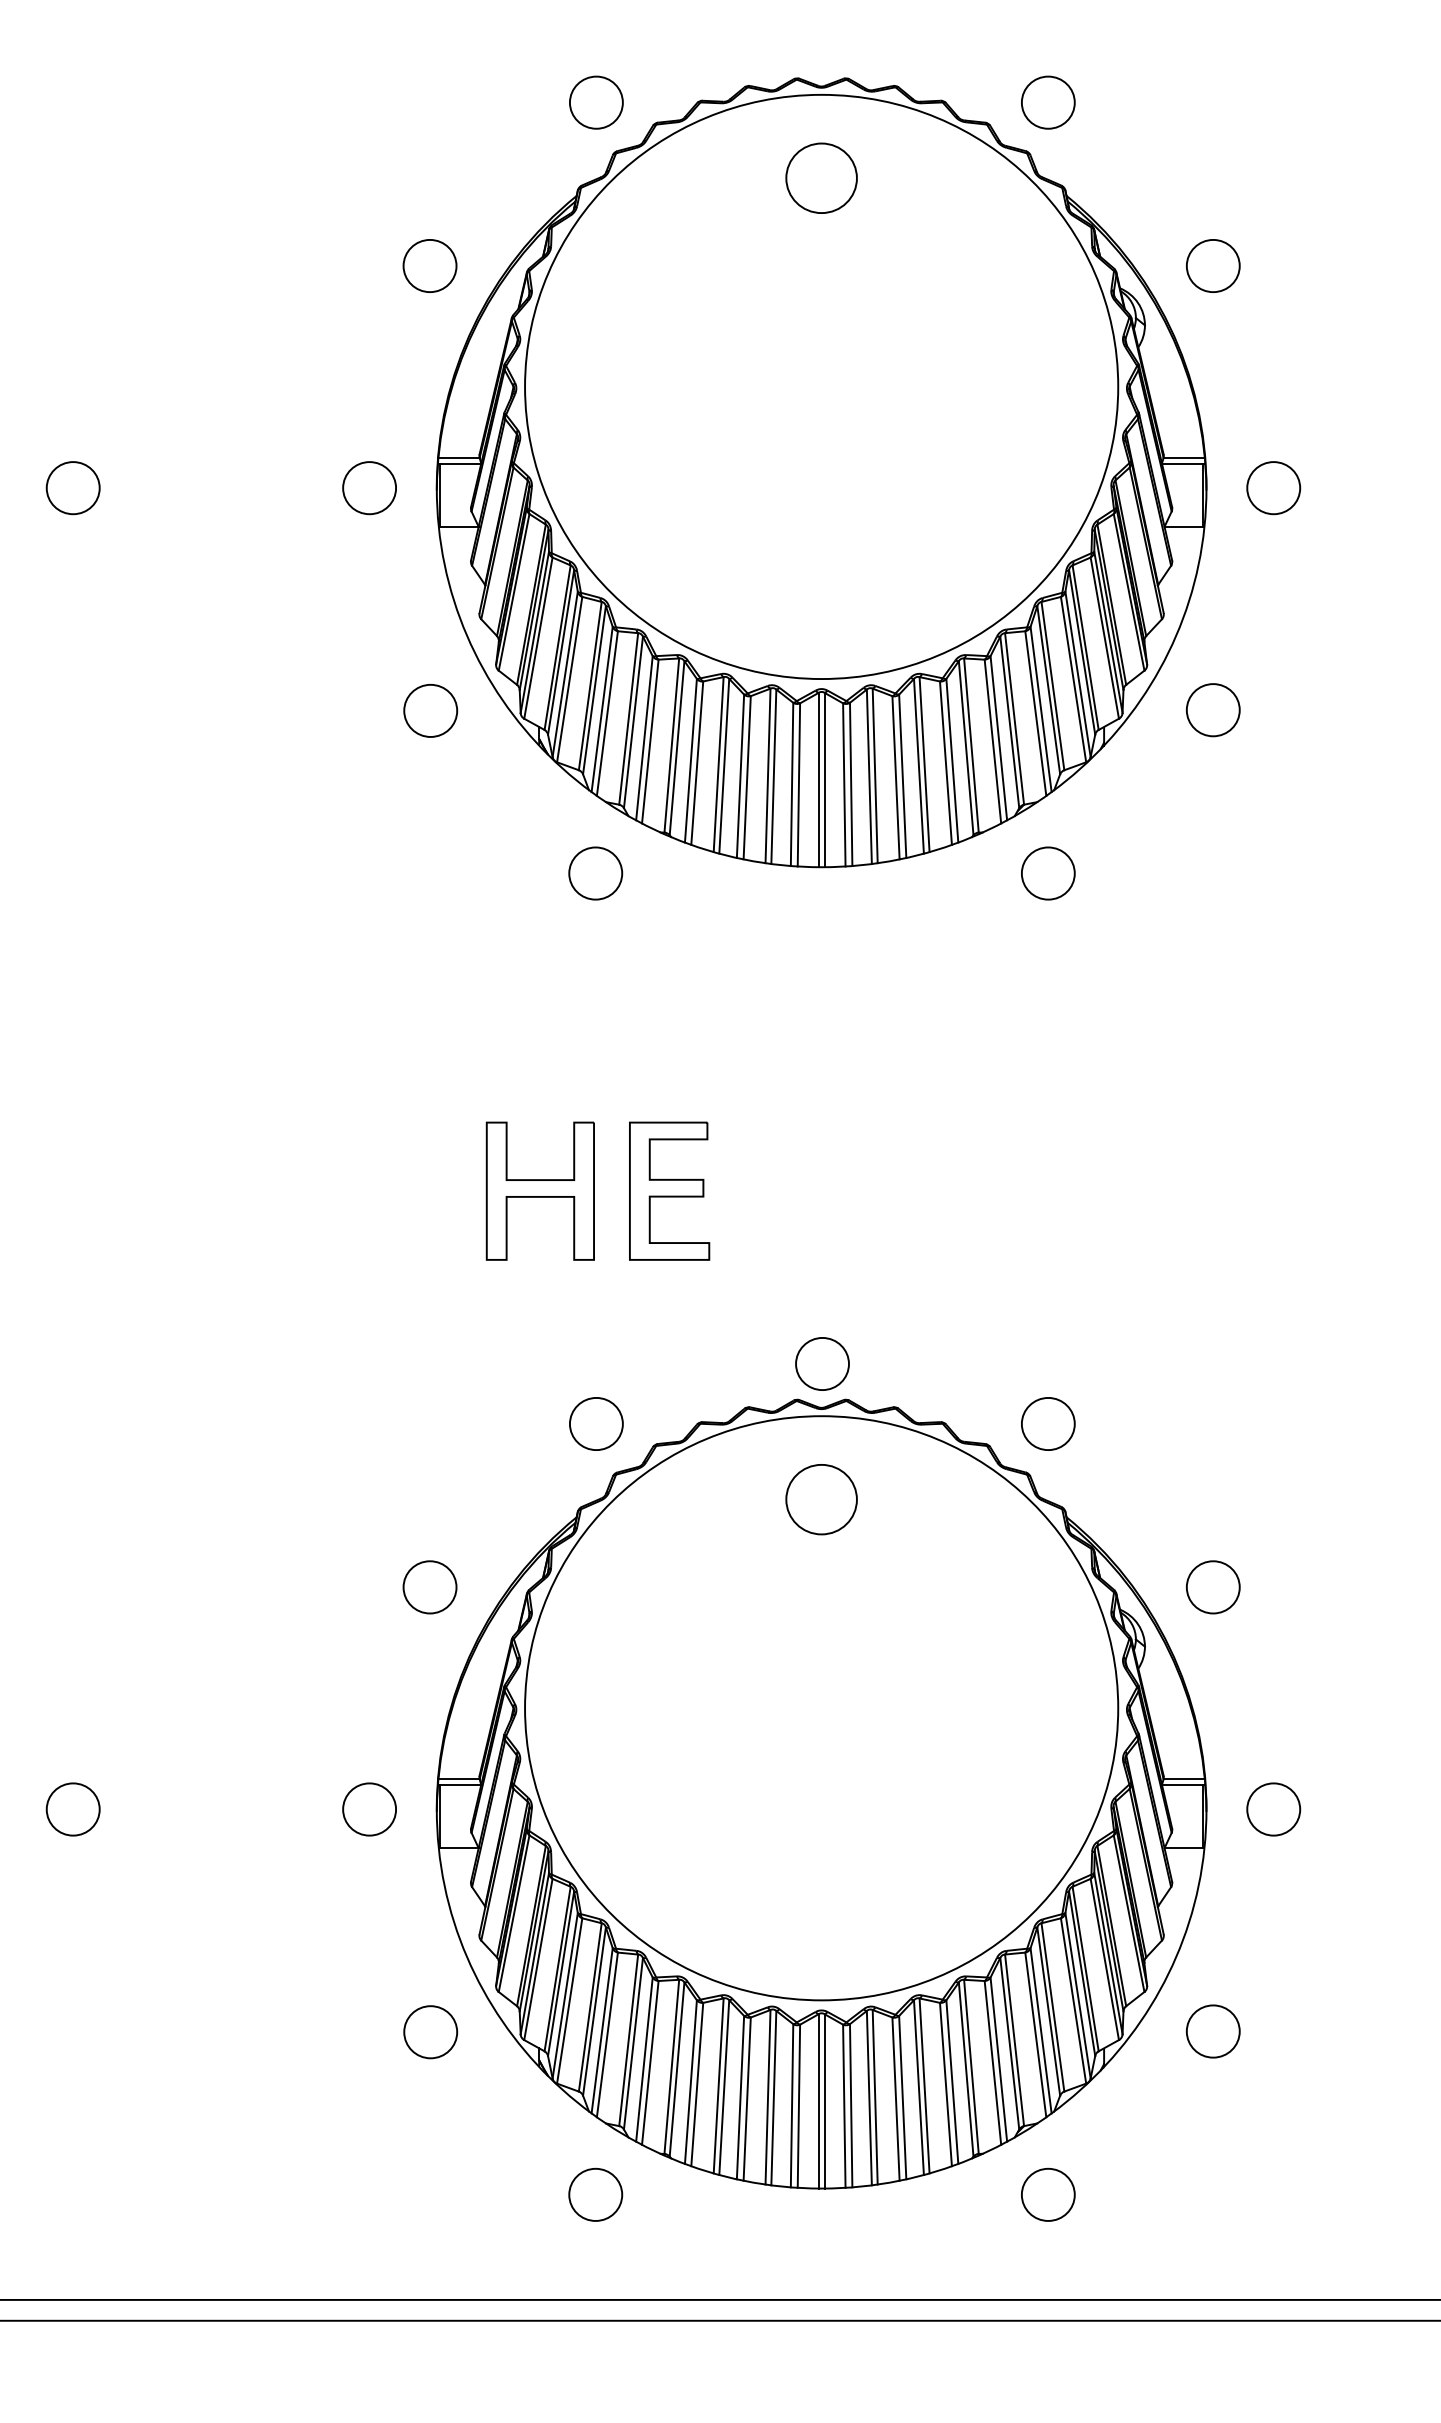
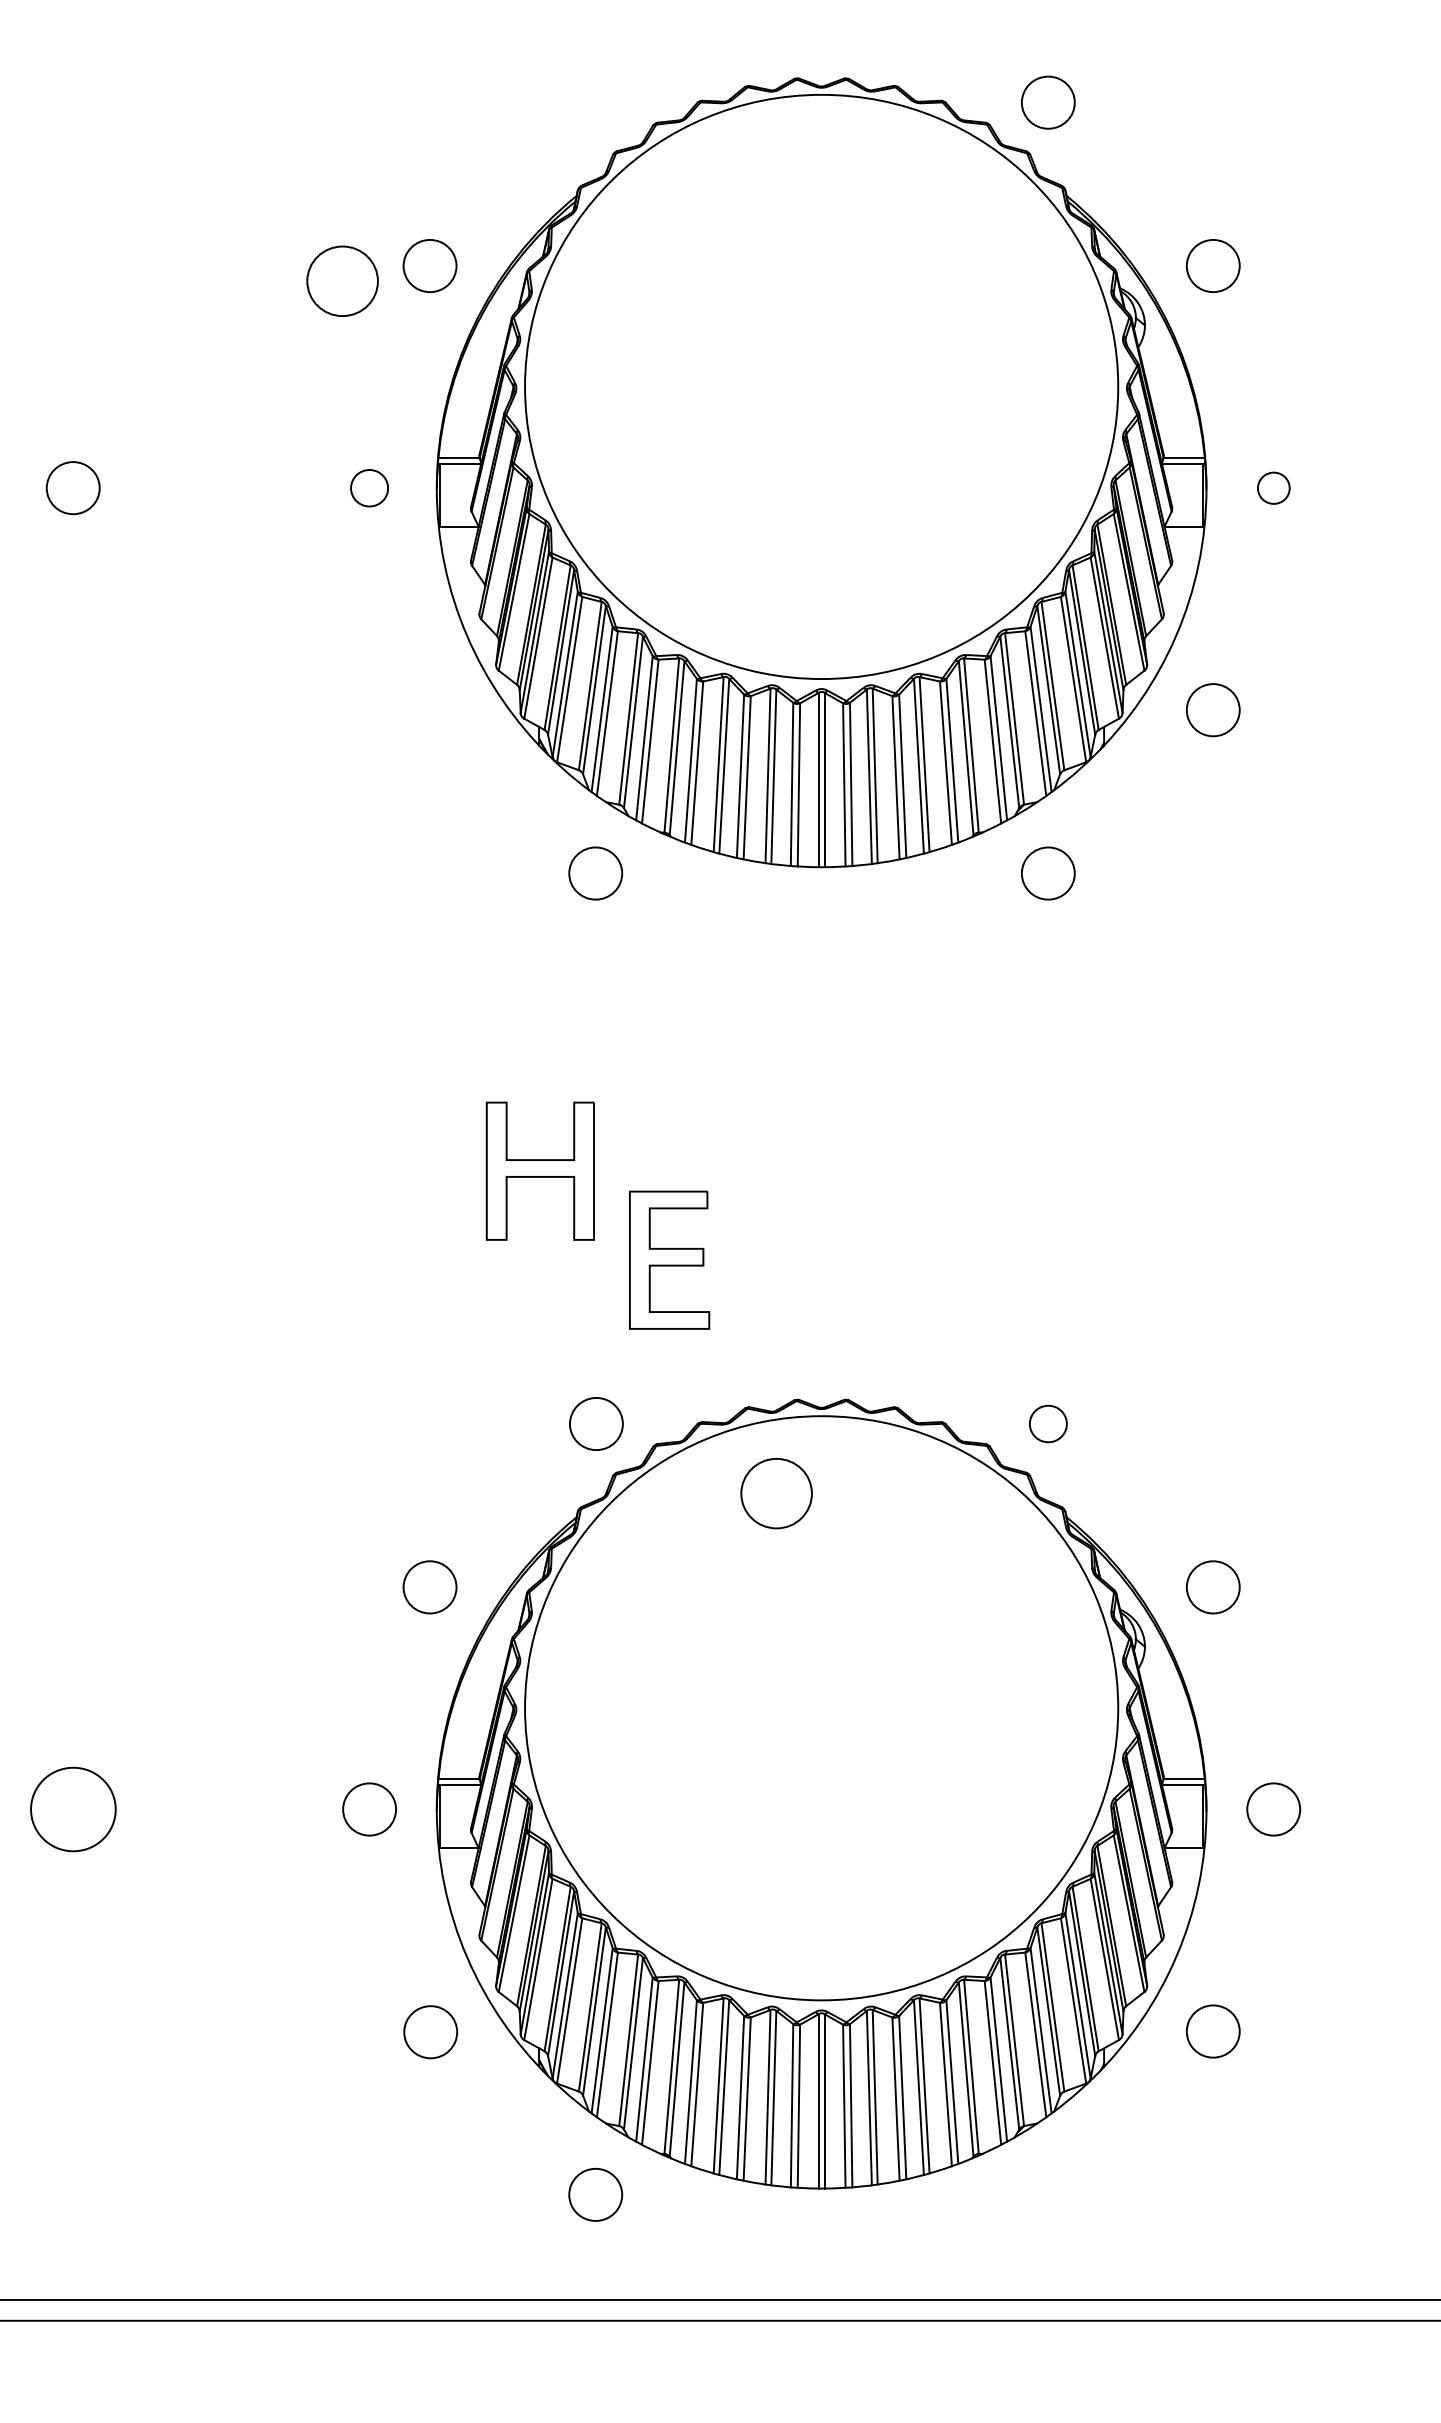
part at (596, 102): present -> none
part at (821, 177) position: (821, 177) -> (342, 280)
part at (369, 488) size: 55x55 px -> 39x39 px
part at (1273, 488) size: 56x55 px -> 34x34 px
part at (430, 710): present -> none
part at (539, 1190) position: (539, 1190) -> (539, 1170)
part at (669, 1190) position: (669, 1190) -> (669, 1259)
part at (822, 1363): present -> none
part at (1048, 1423) size: 55x54 px -> 39x40 px
part at (821, 1499) position: (821, 1499) -> (776, 1493)
part at (72, 1809) size: 56x55 px -> 87x87 px
part at (1048, 2194): present -> none
